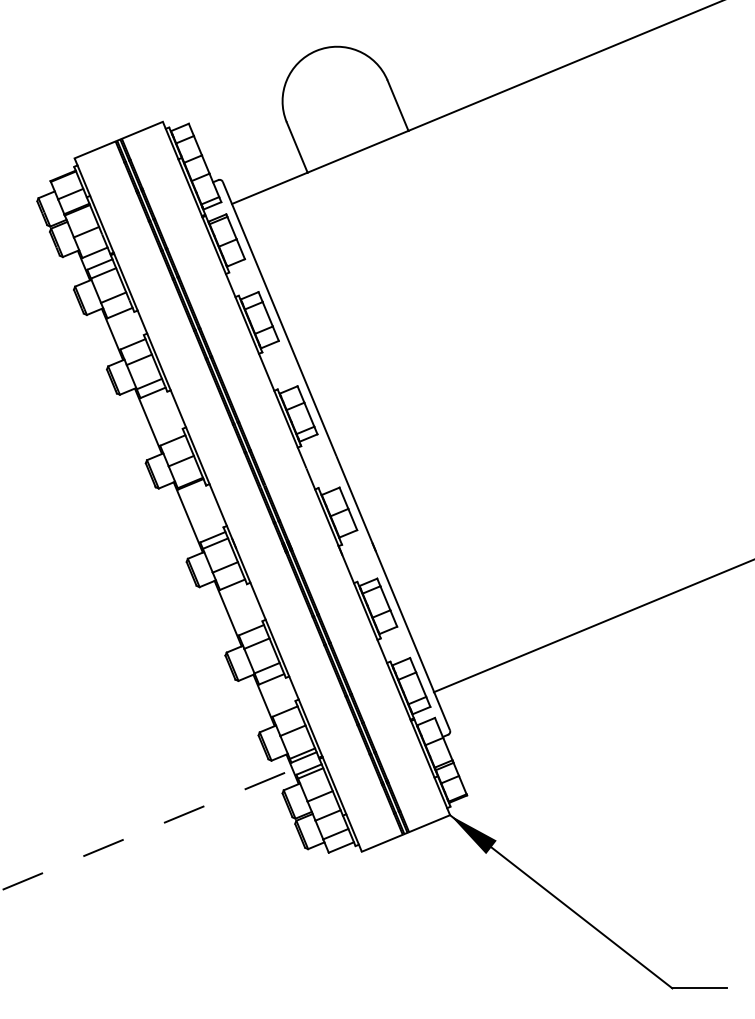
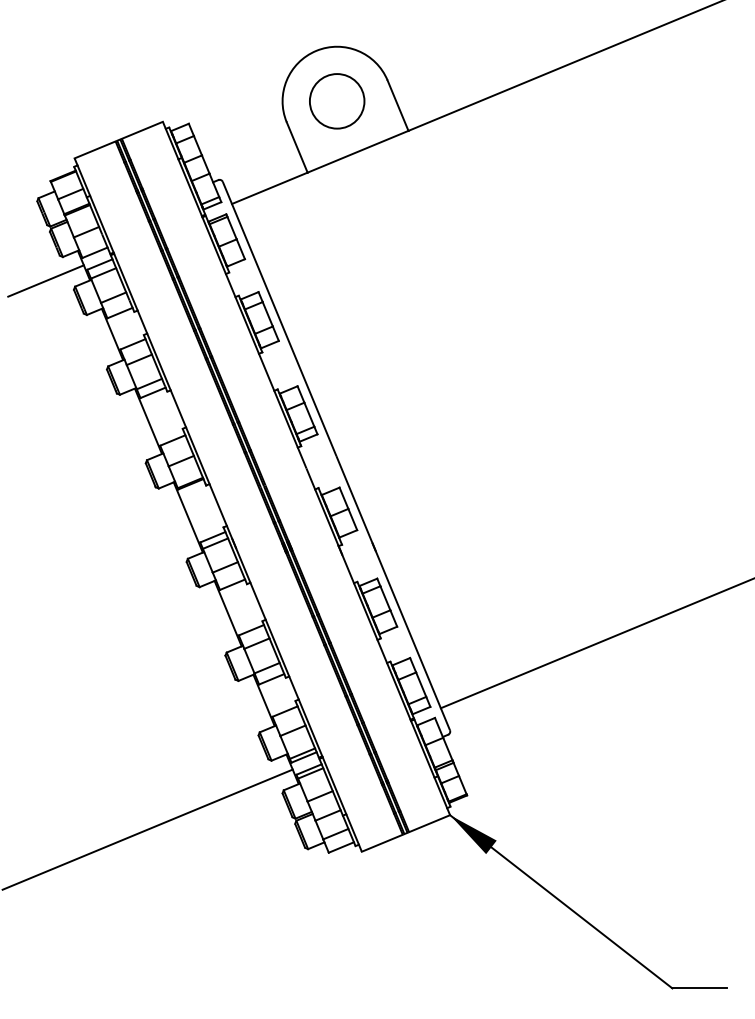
circle at (337, 101): none -> present
line at (45, 280): none -> present
line at (592, 626) position: (592, 626) -> (595, 643)
line at (147, 829): dashed -> solid
